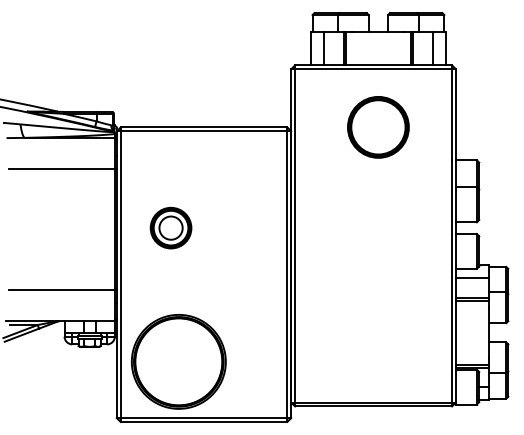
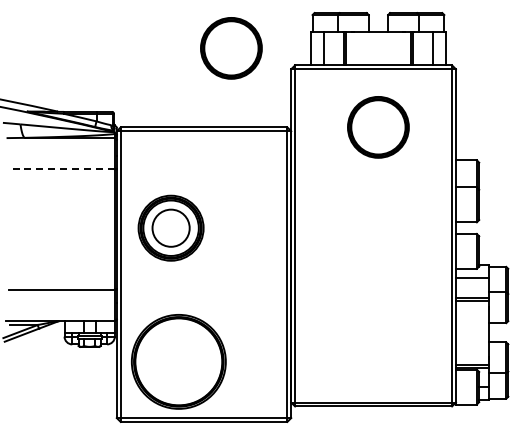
part at (231, 48): none -> present
line at (61, 169): solid -> dashed
part at (170, 227) size: 44x44 px -> 68x68 px
